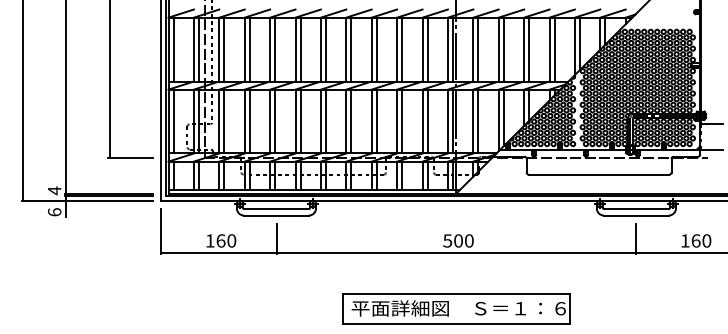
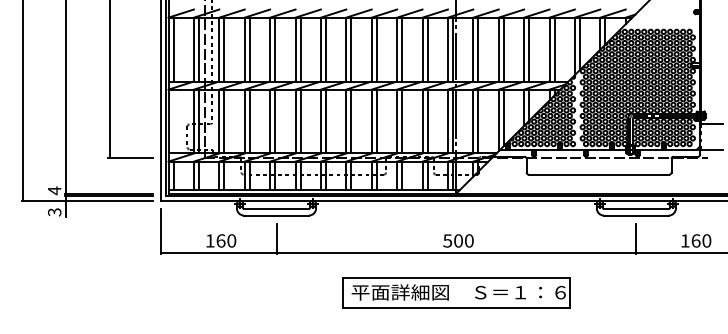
line at (173, 121): present -> none
text at (54, 212): 6 -> 3
part at (456, 308) position: (456, 308) -> (456, 292)
